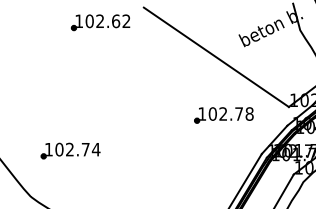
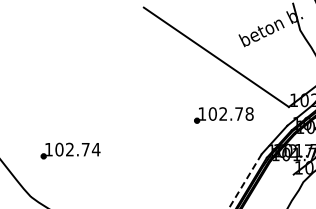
part at (100, 22): present -> none
line at (245, 181): solid -> dashed
line at (284, 189): present -> none
